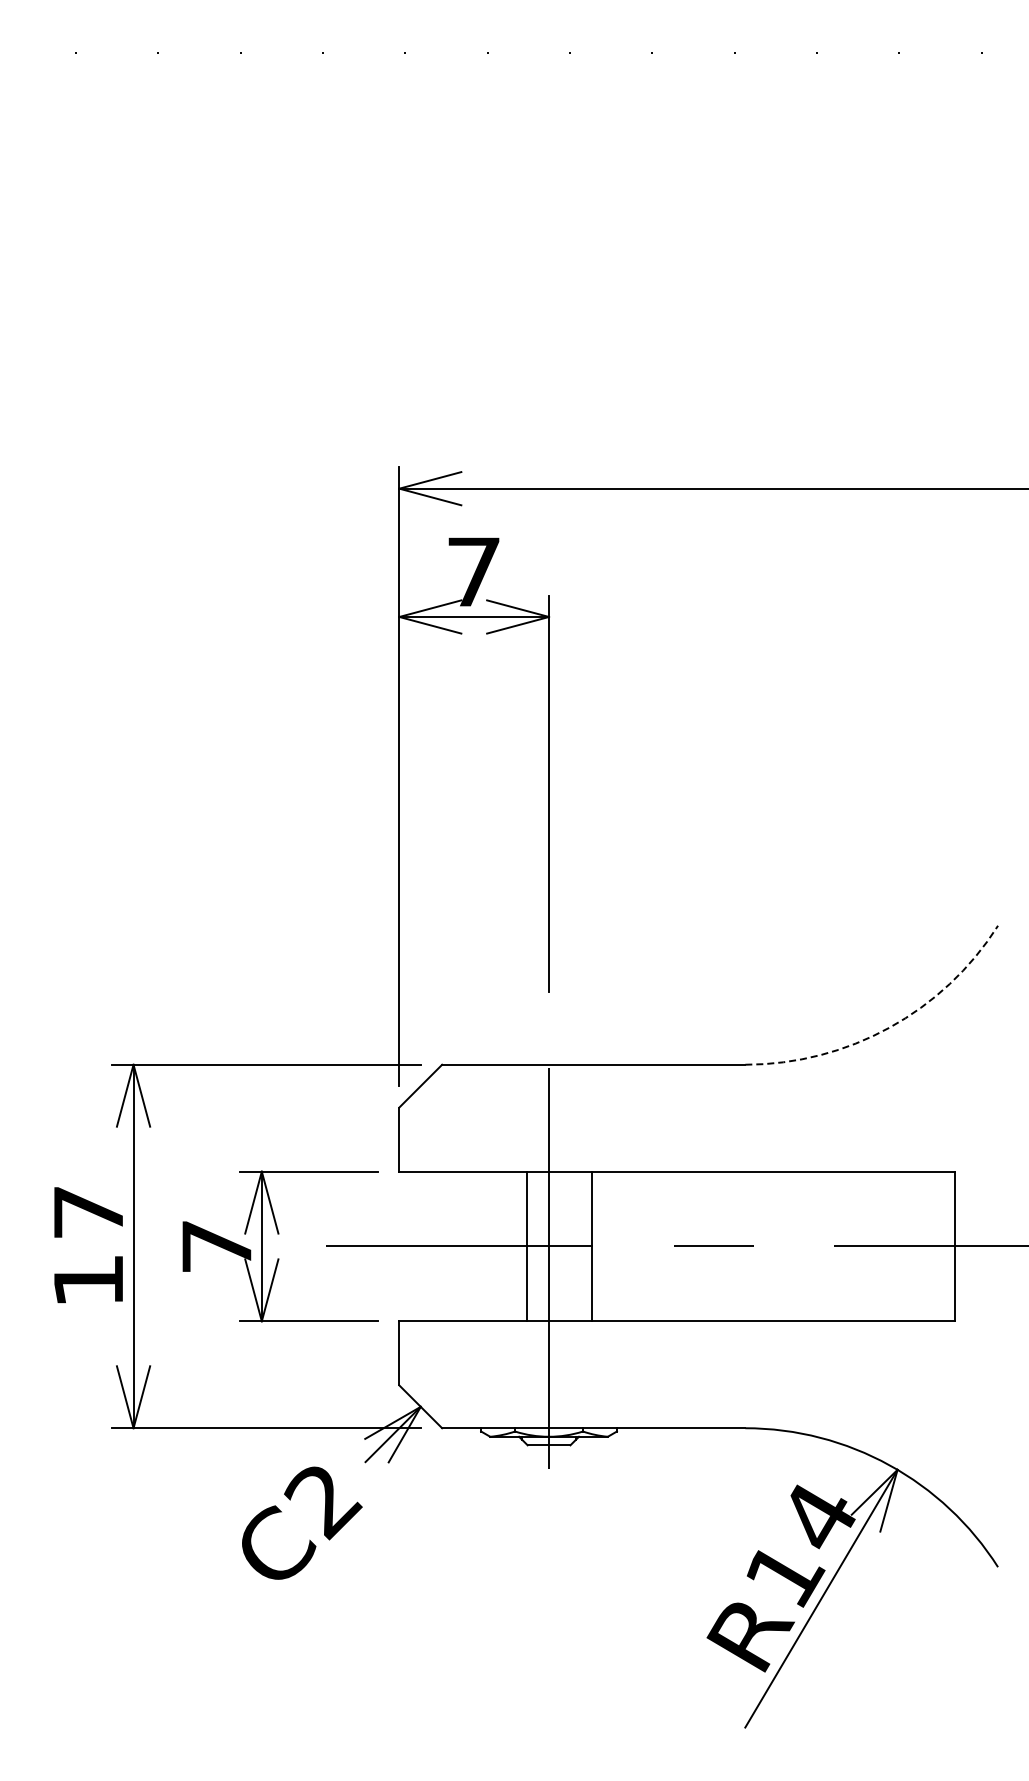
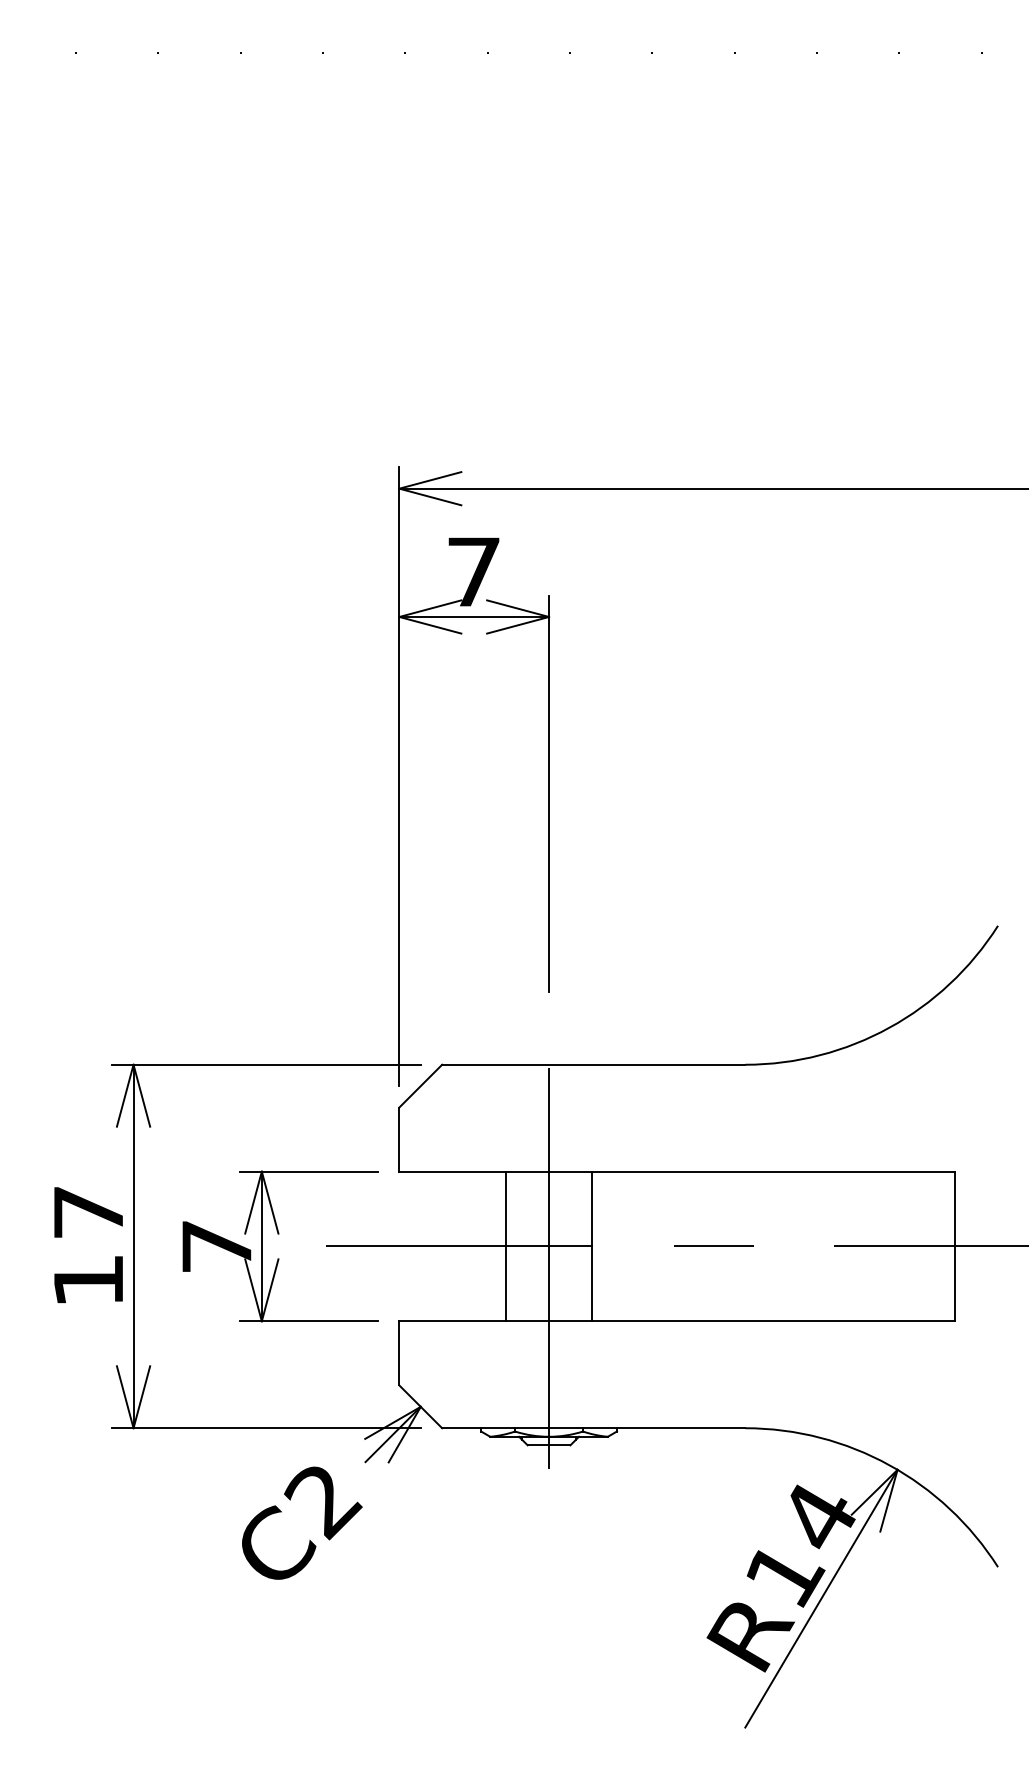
arc at (889, 1027): dashed -> solid
line at (527, 1246) position: (527, 1246) -> (506, 1246)
